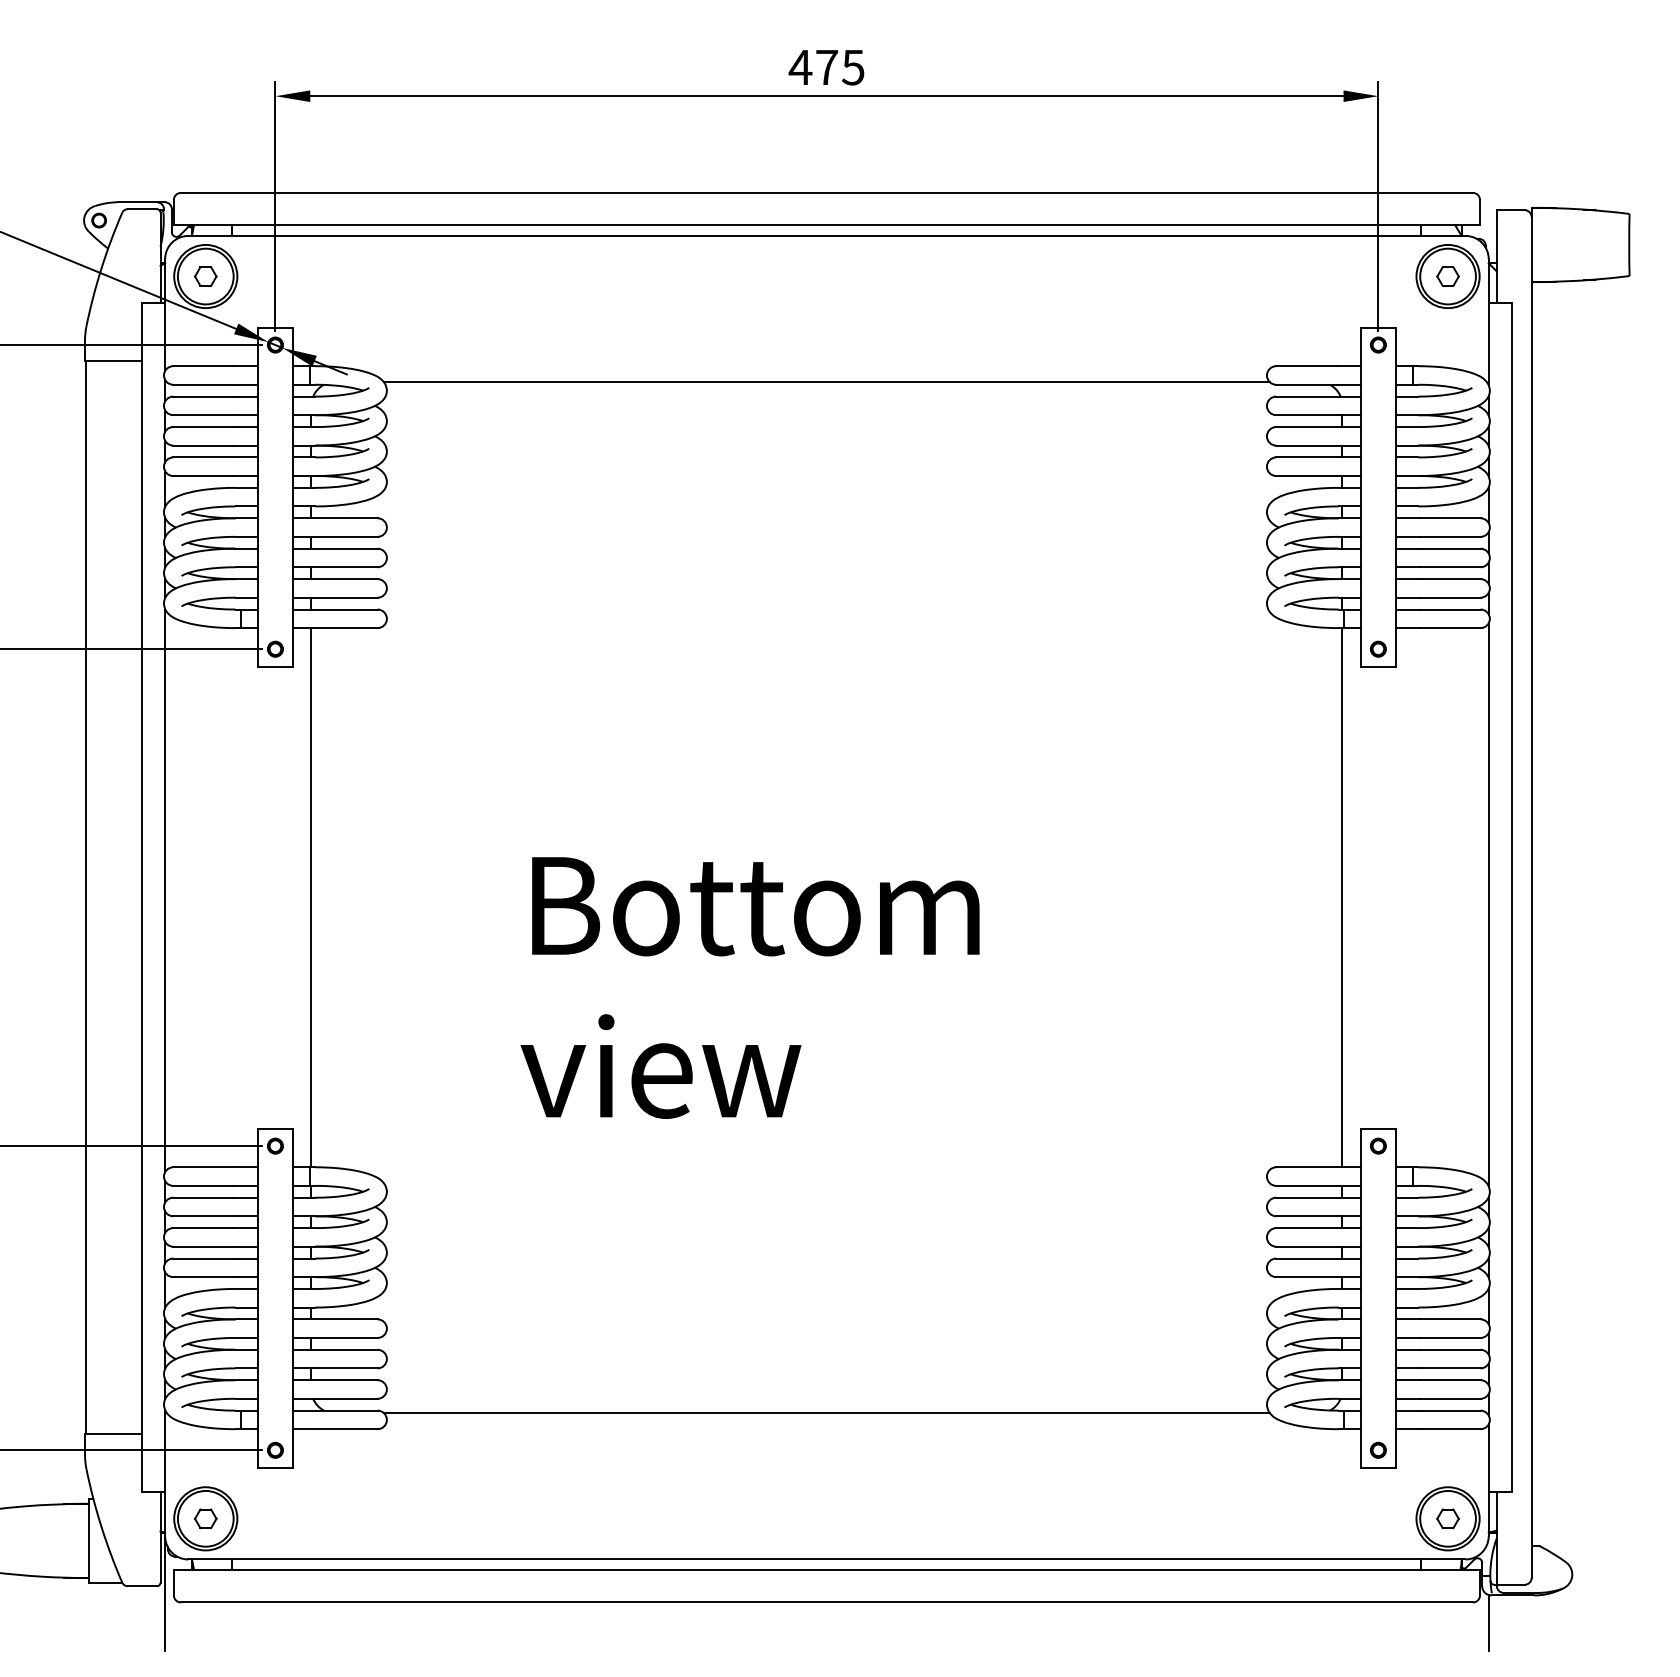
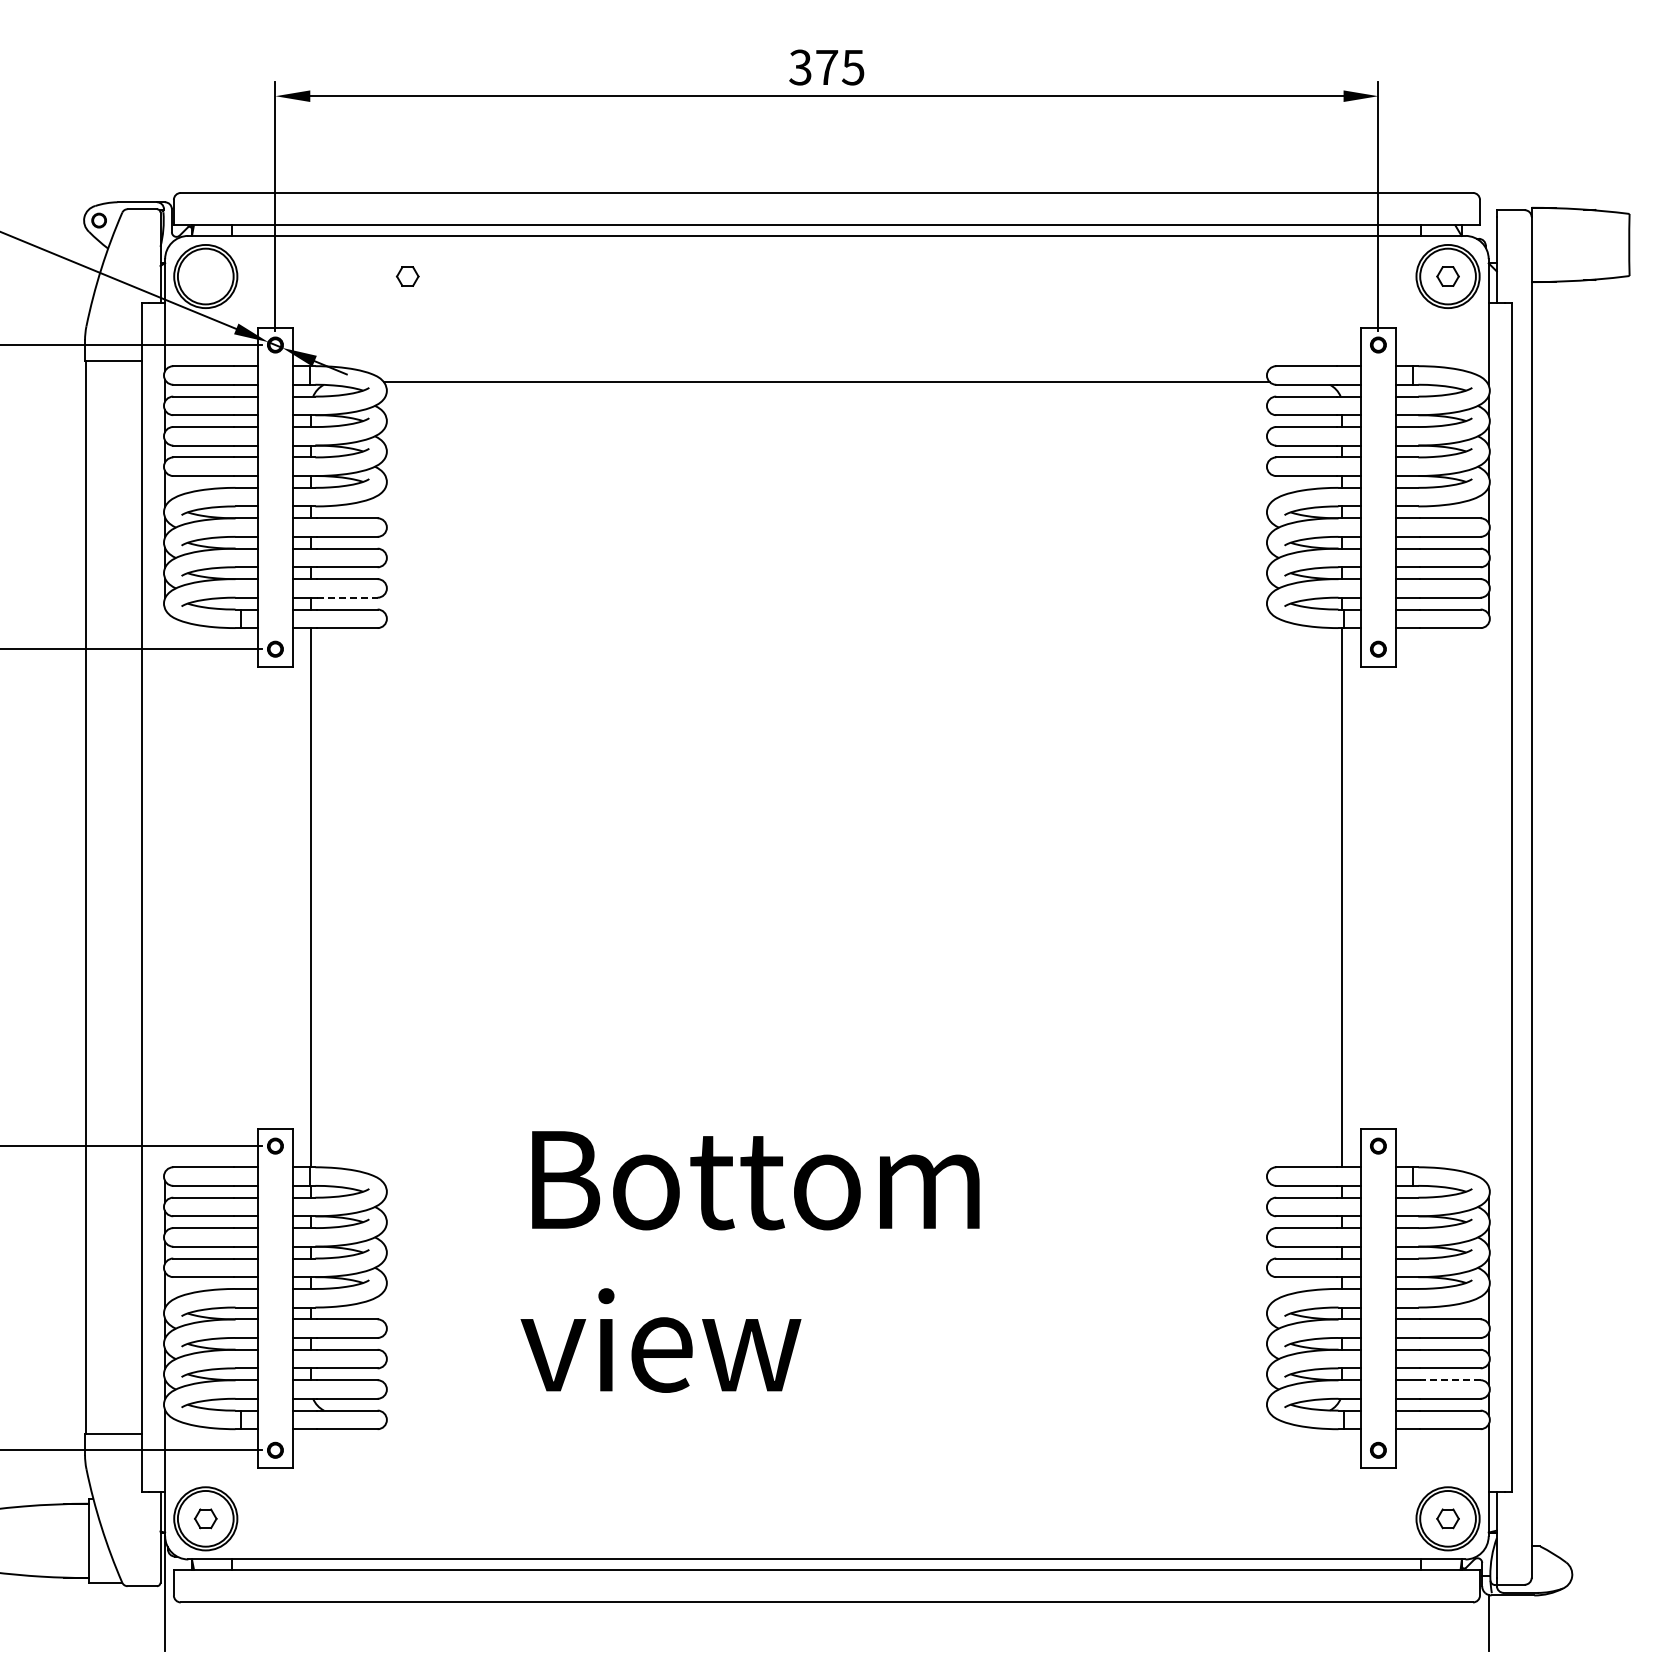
text at (800, 67): 475 -> 375
part at (205, 276) position: (205, 276) -> (407, 276)
line at (347, 597): solid -> dashed
line at (165, 890): present -> none
line at (1488, 904): present -> none
text at (749, 987) position: (749, 987) -> (749, 1261)
line at (1449, 1380): solid -> dashed
line at (826, 1413): present -> none
